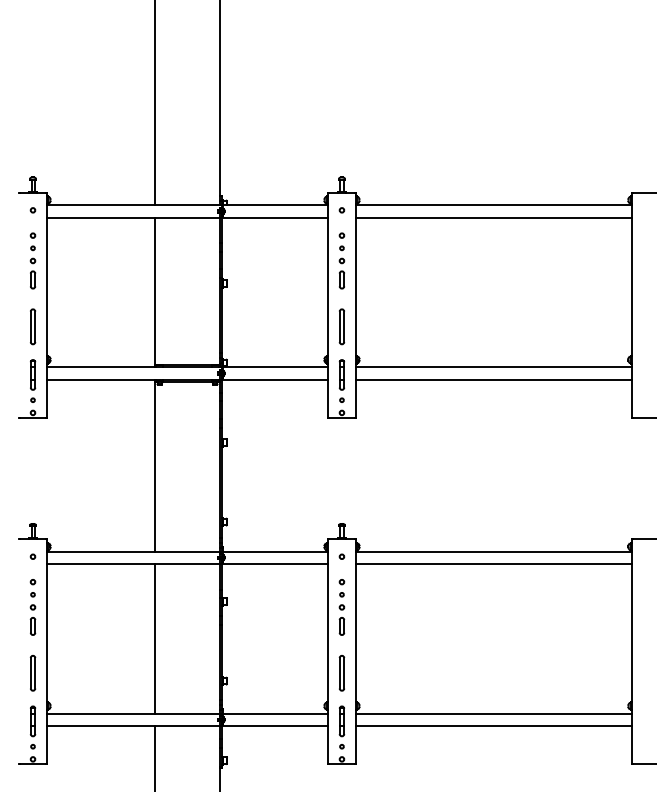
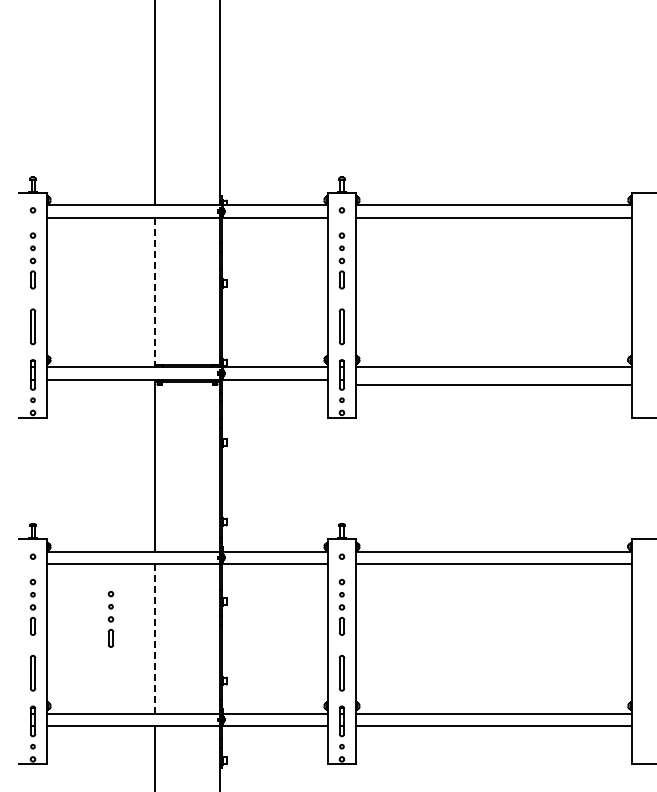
line at (154, 291): solid -> dashed
line at (493, 380) position: (493, 380) -> (493, 385)
part at (110, 619): none -> present
line at (154, 639): solid -> dashed
